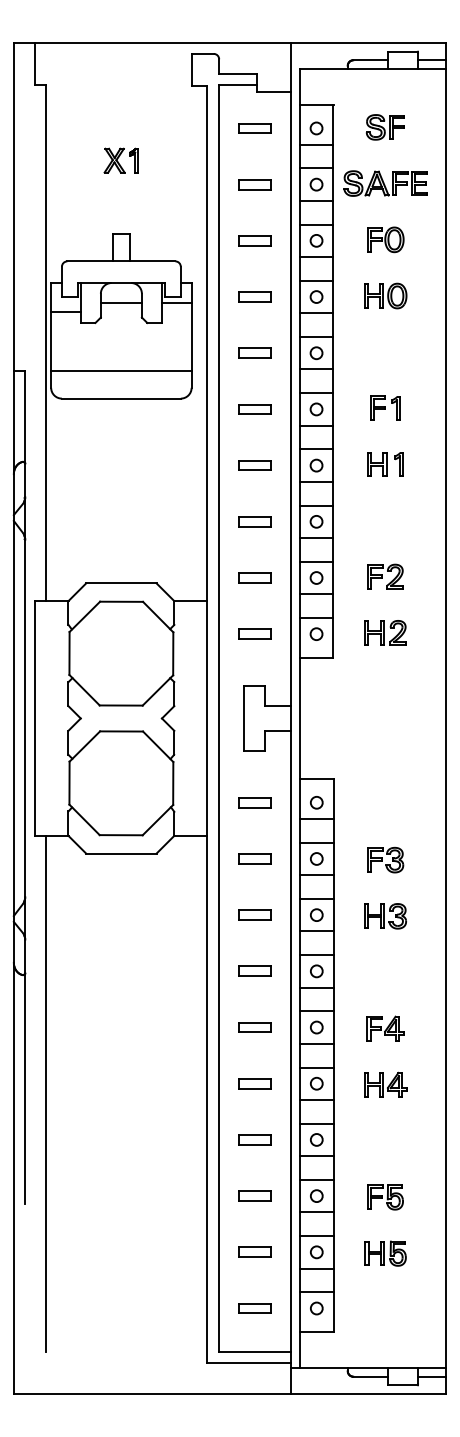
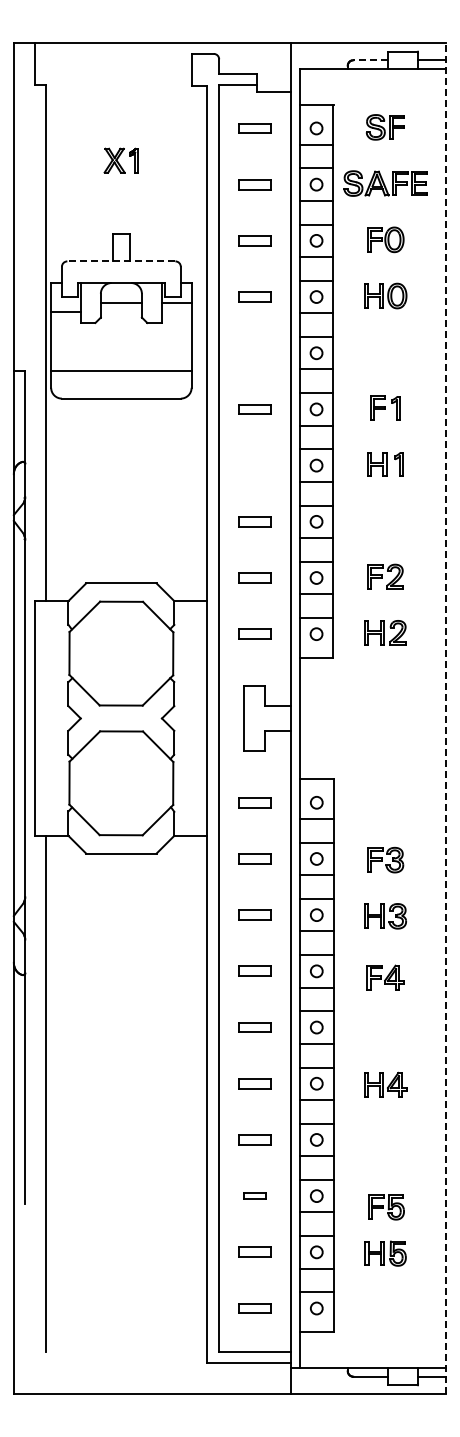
line at (369, 60): solid -> dashed
line at (120, 261): solid -> dashed
part at (254, 352): present -> none
part at (254, 465): present -> none
line at (446, 718): solid -> dashed
part at (385, 1028) position: (385, 1028) -> (385, 977)
part at (254, 1195) size: 34x12 px -> 24x8 px
part at (385, 1197) position: (385, 1197) -> (386, 1207)
